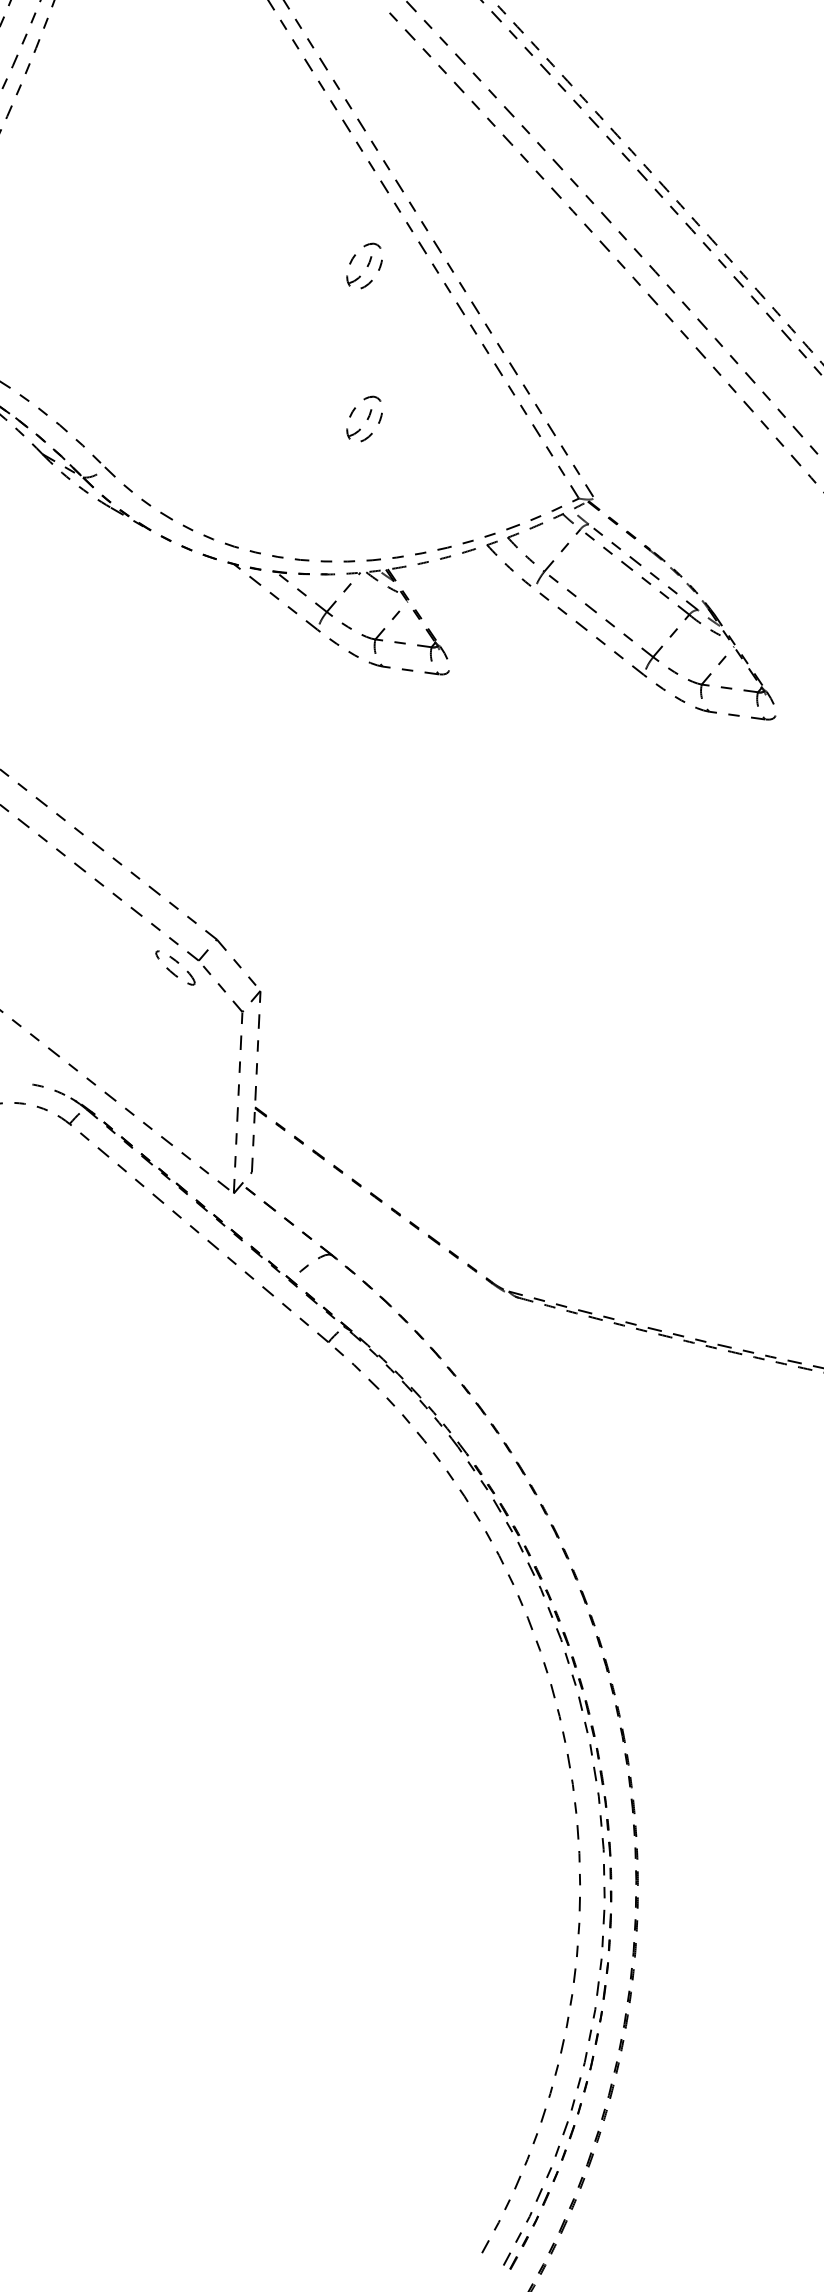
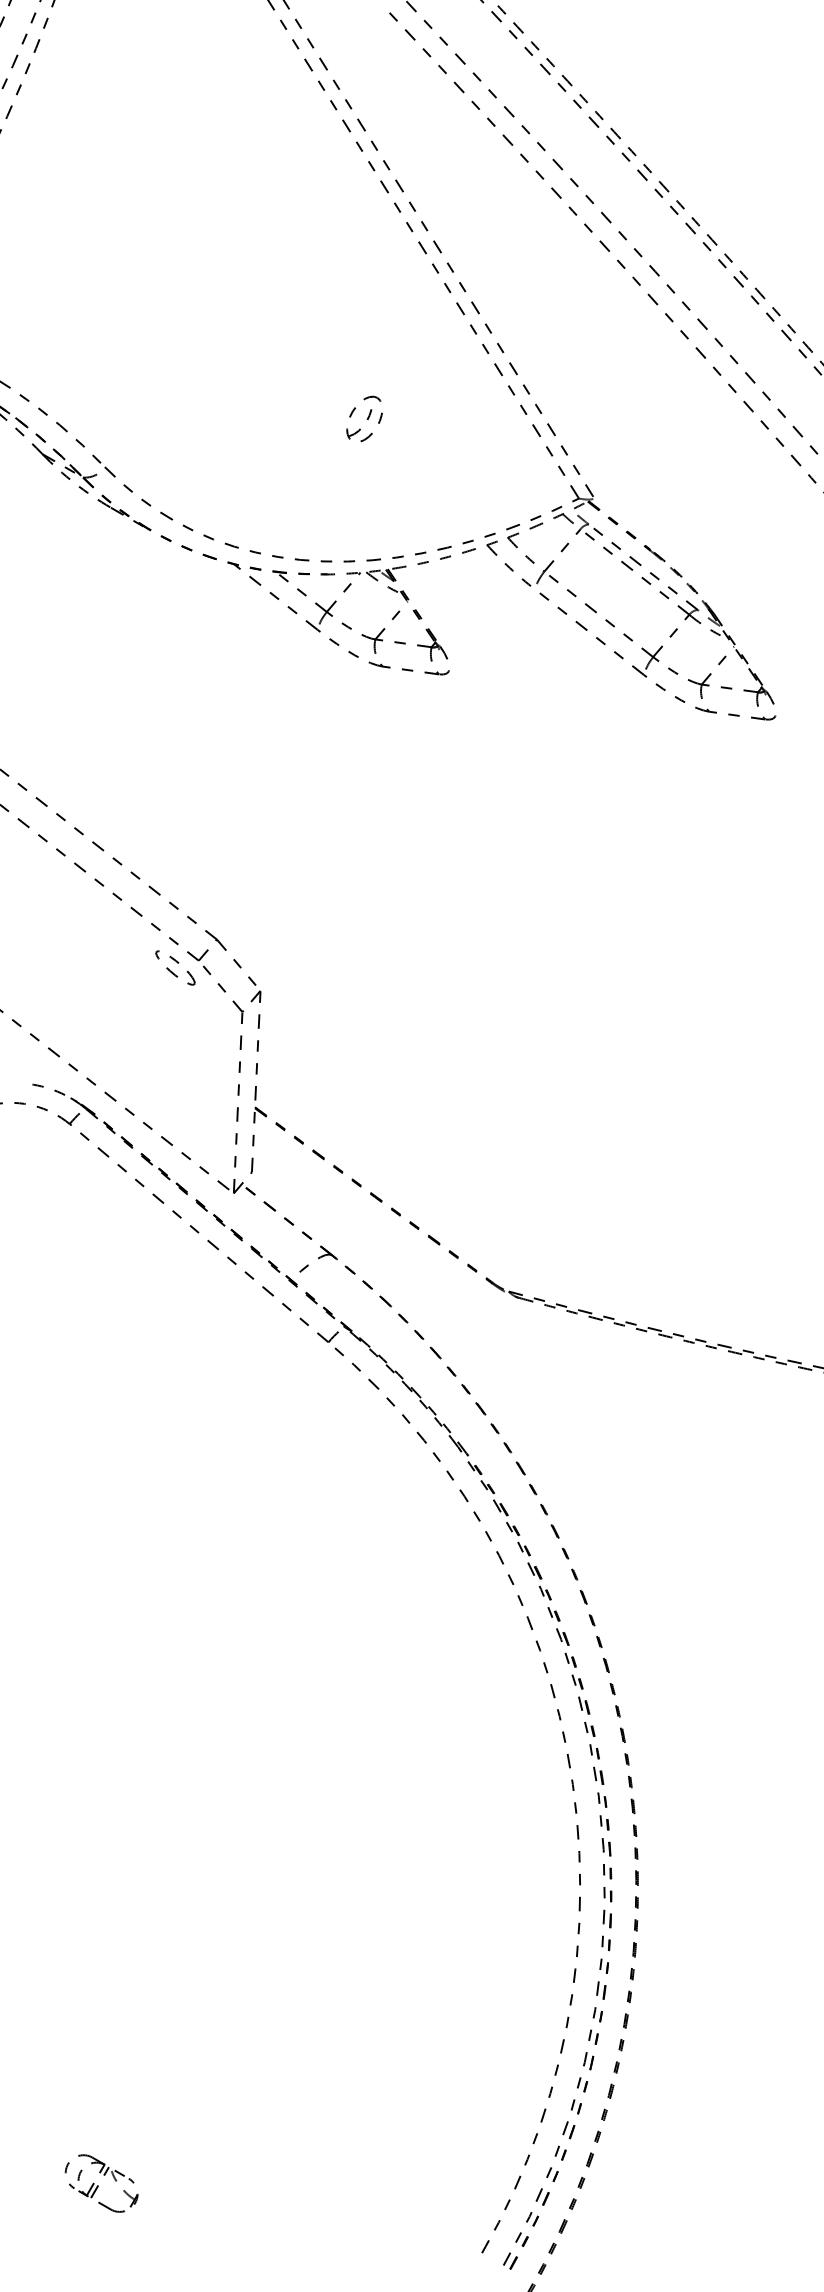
part at (364, 265): present -> none
part at (101, 2183): none -> present
